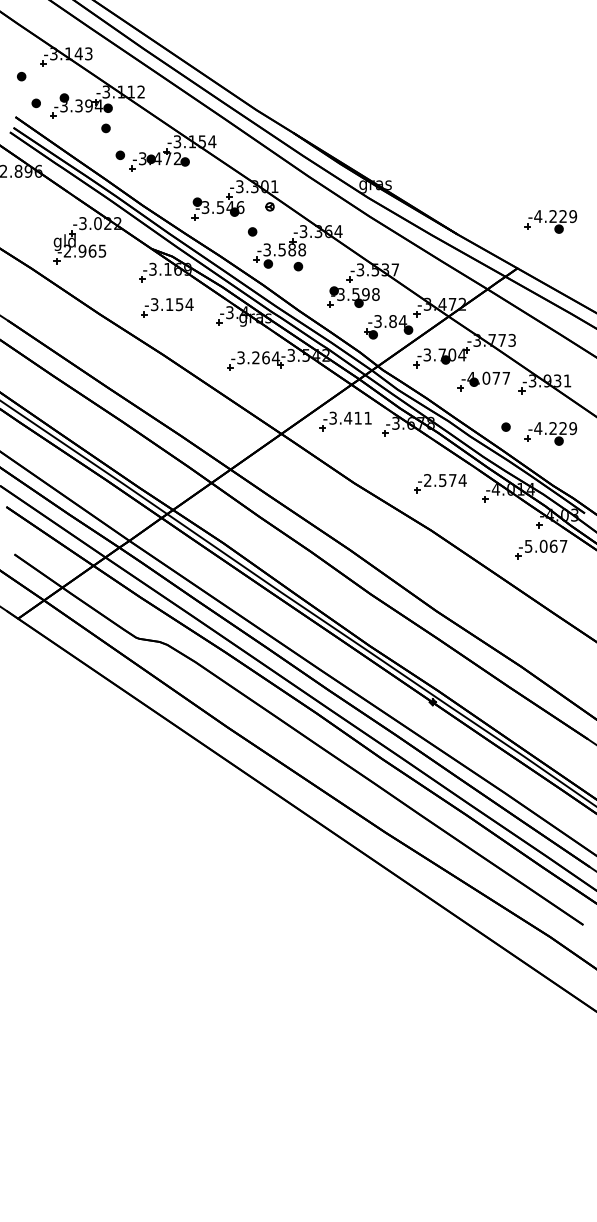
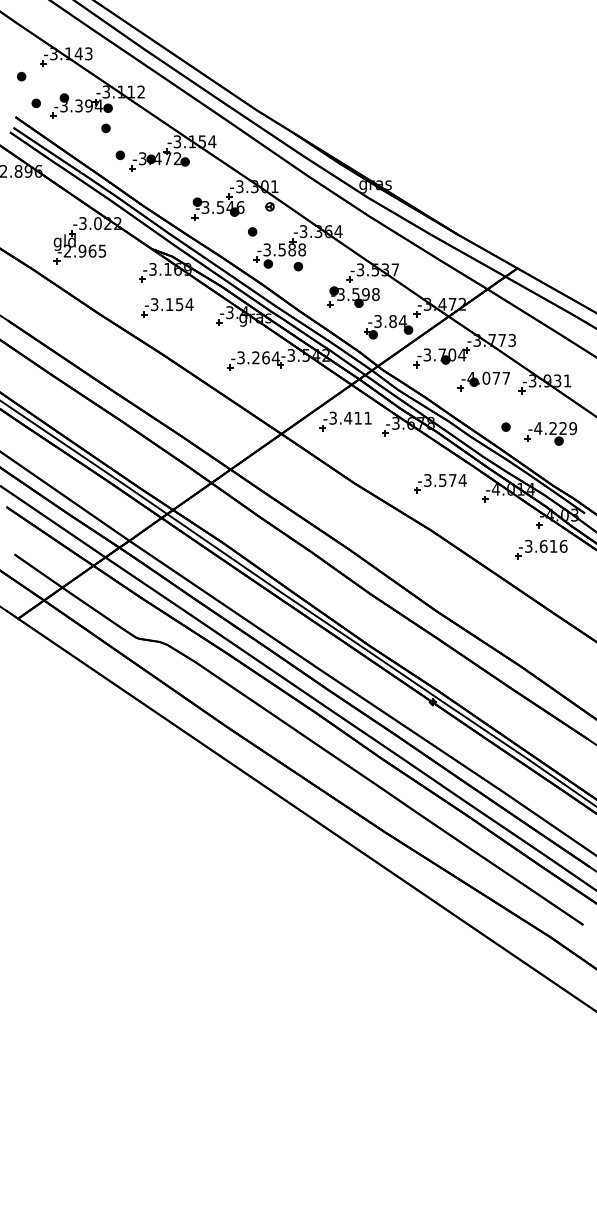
part at (550, 221): present -> none
text at (427, 480): -2.574 -> -3.574
text at (546, 545): -5.067 -> -3.616
